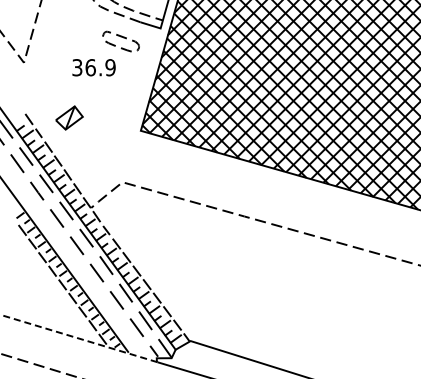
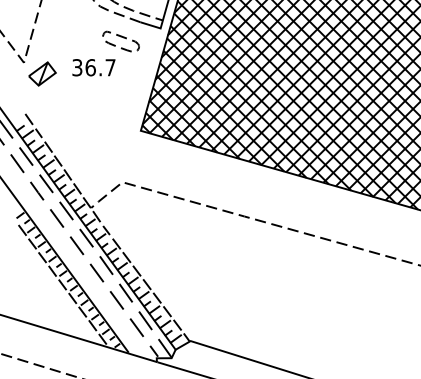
text at (110, 67): 36.9 -> 36.7
part at (69, 117) position: (69, 117) -> (42, 73)
line at (79, 338): dashed -> solid
